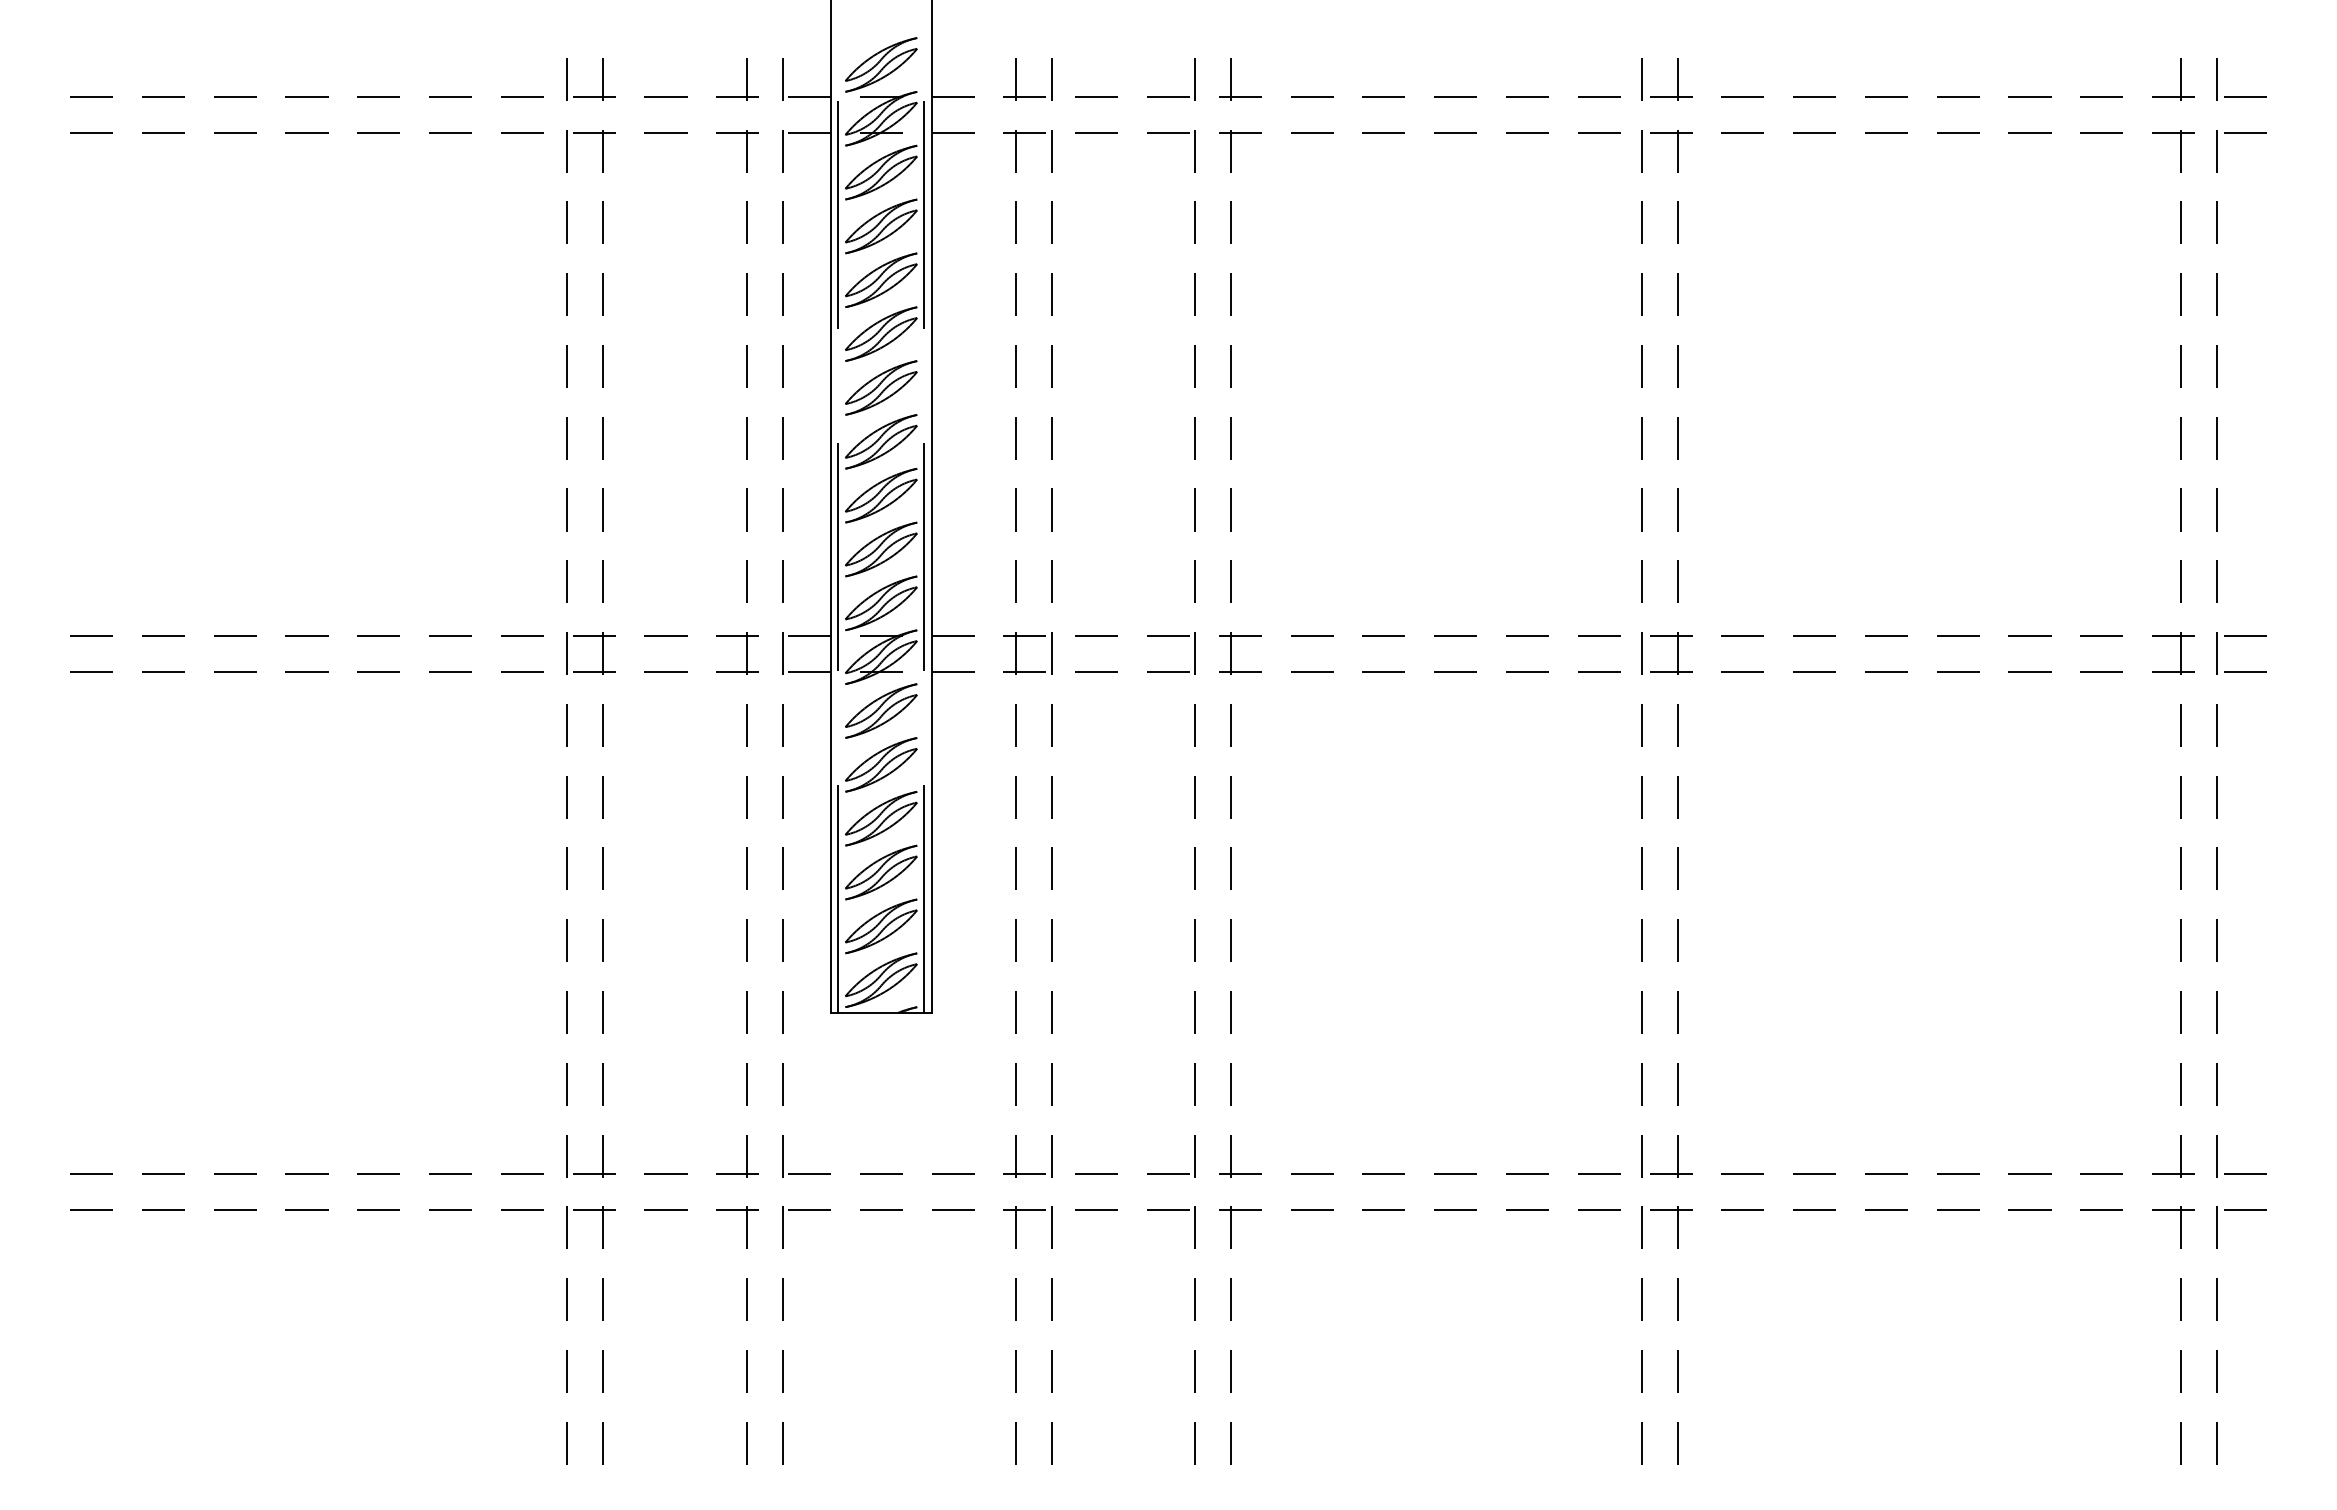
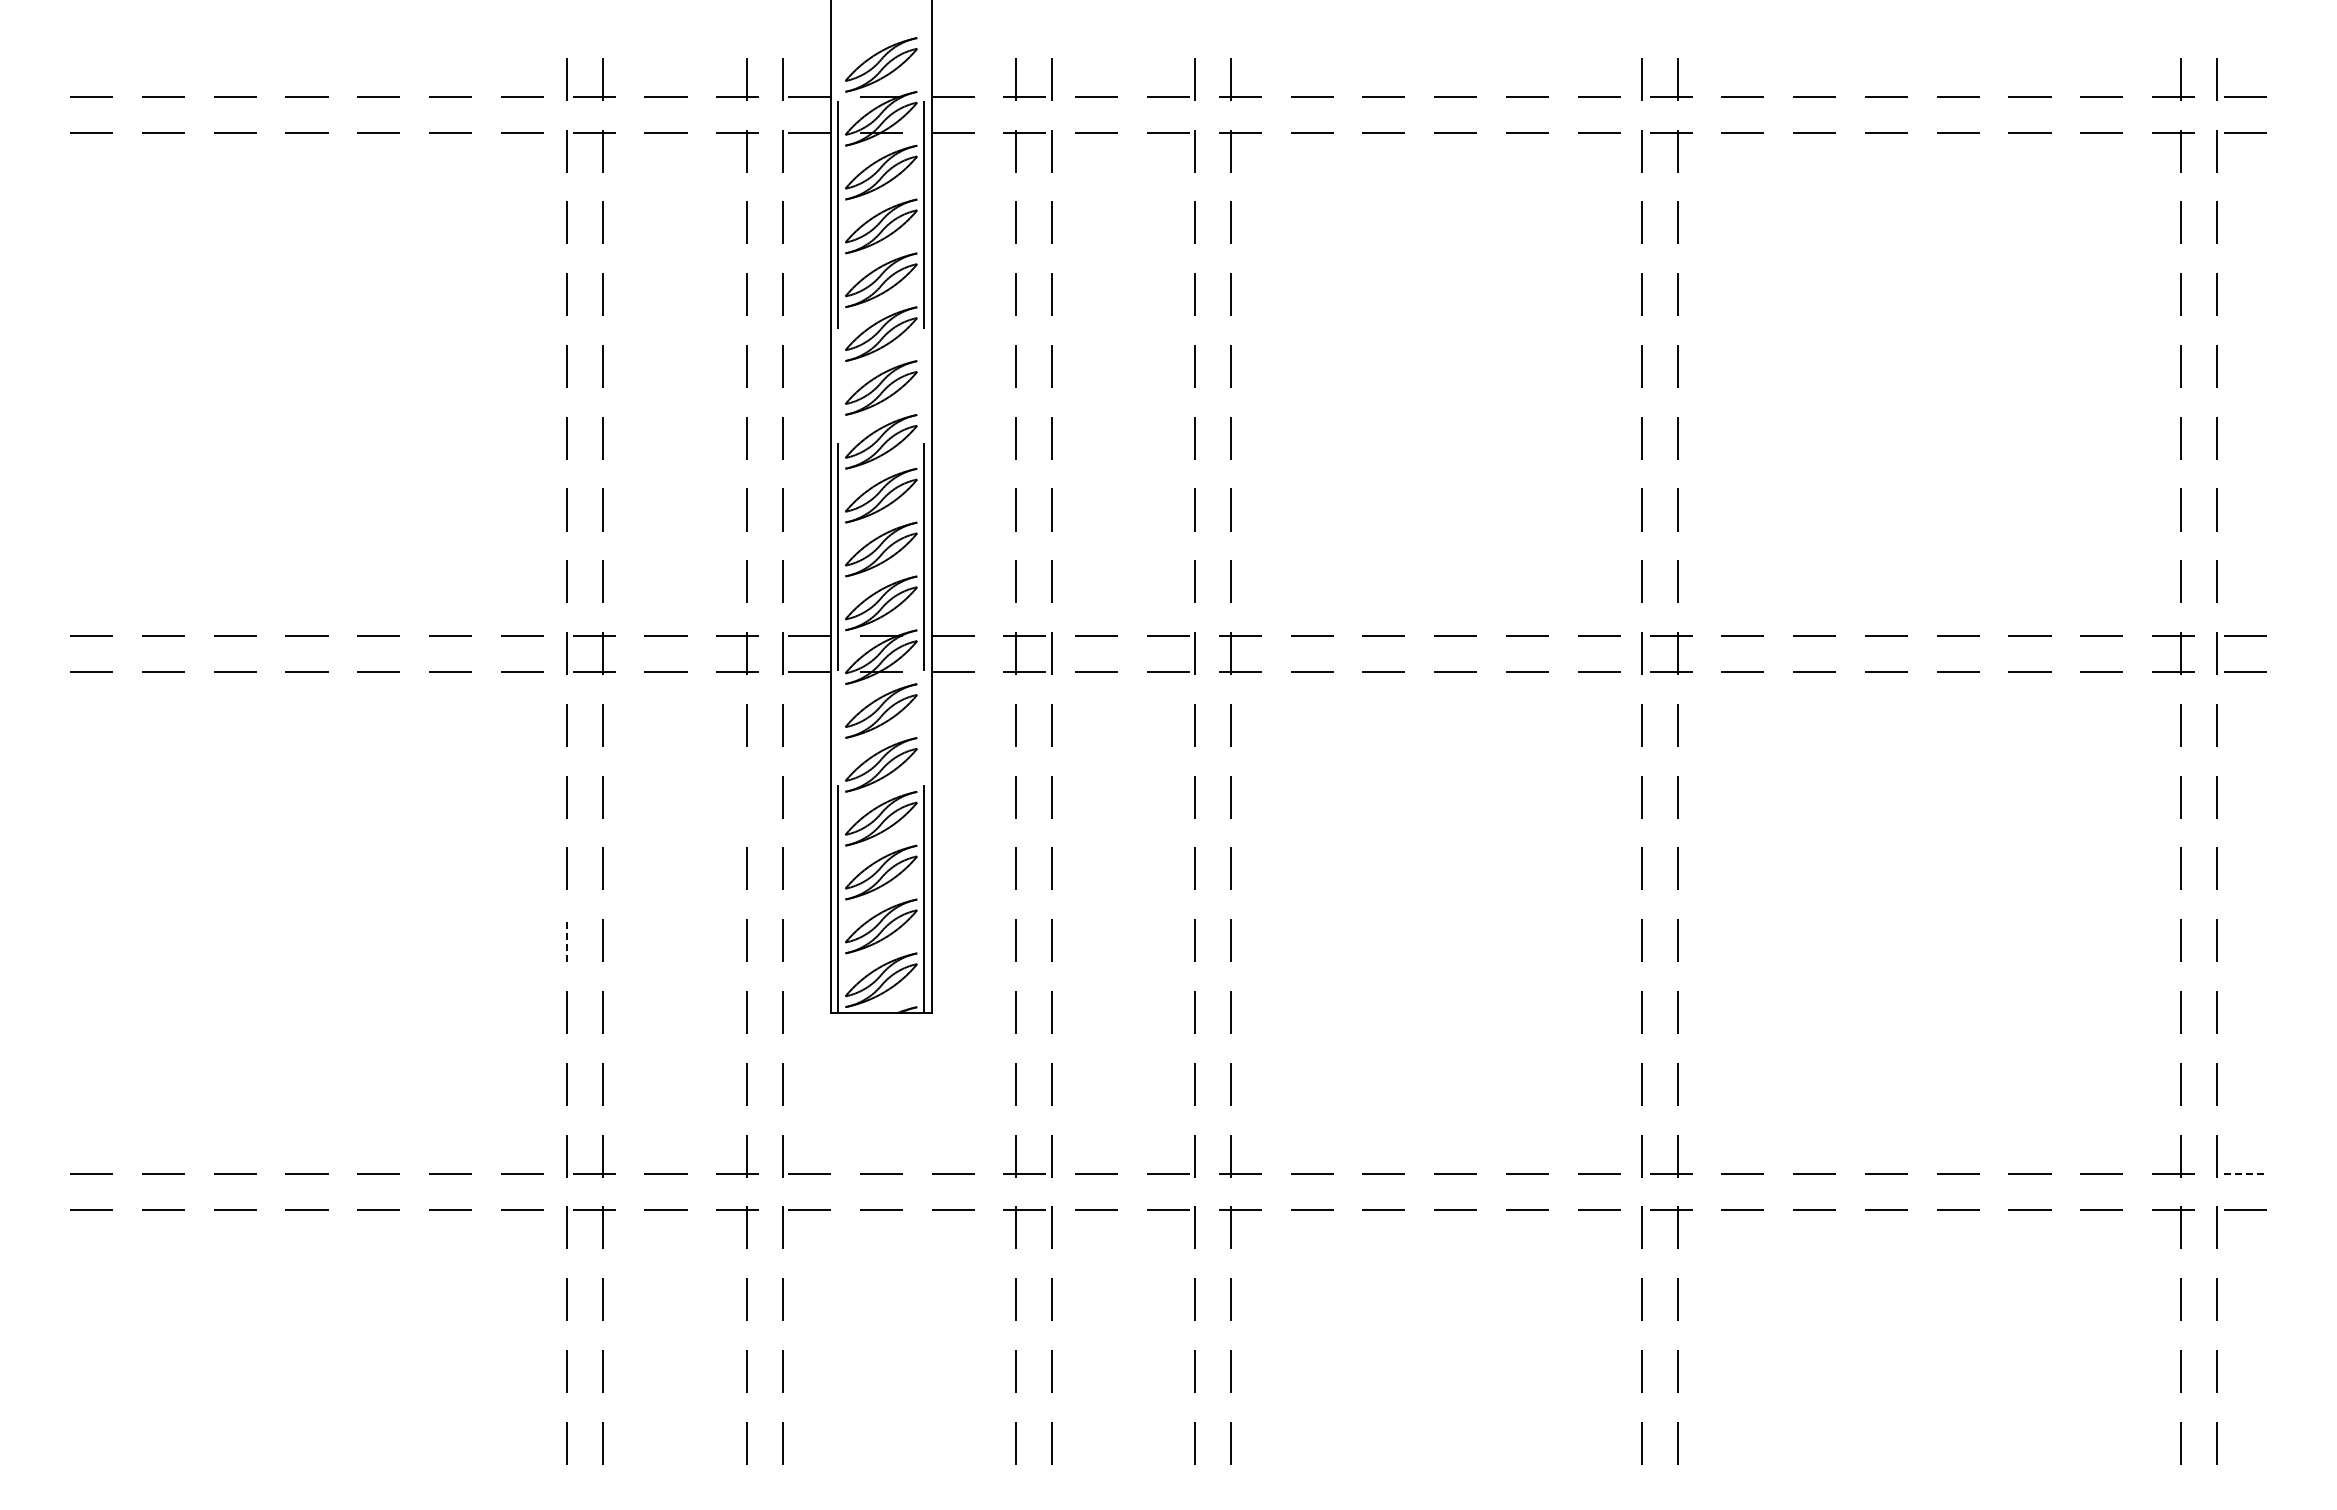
line at (746, 797): present -> none
line at (567, 940): solid -> dashed
line at (2245, 1174): solid -> dashed
